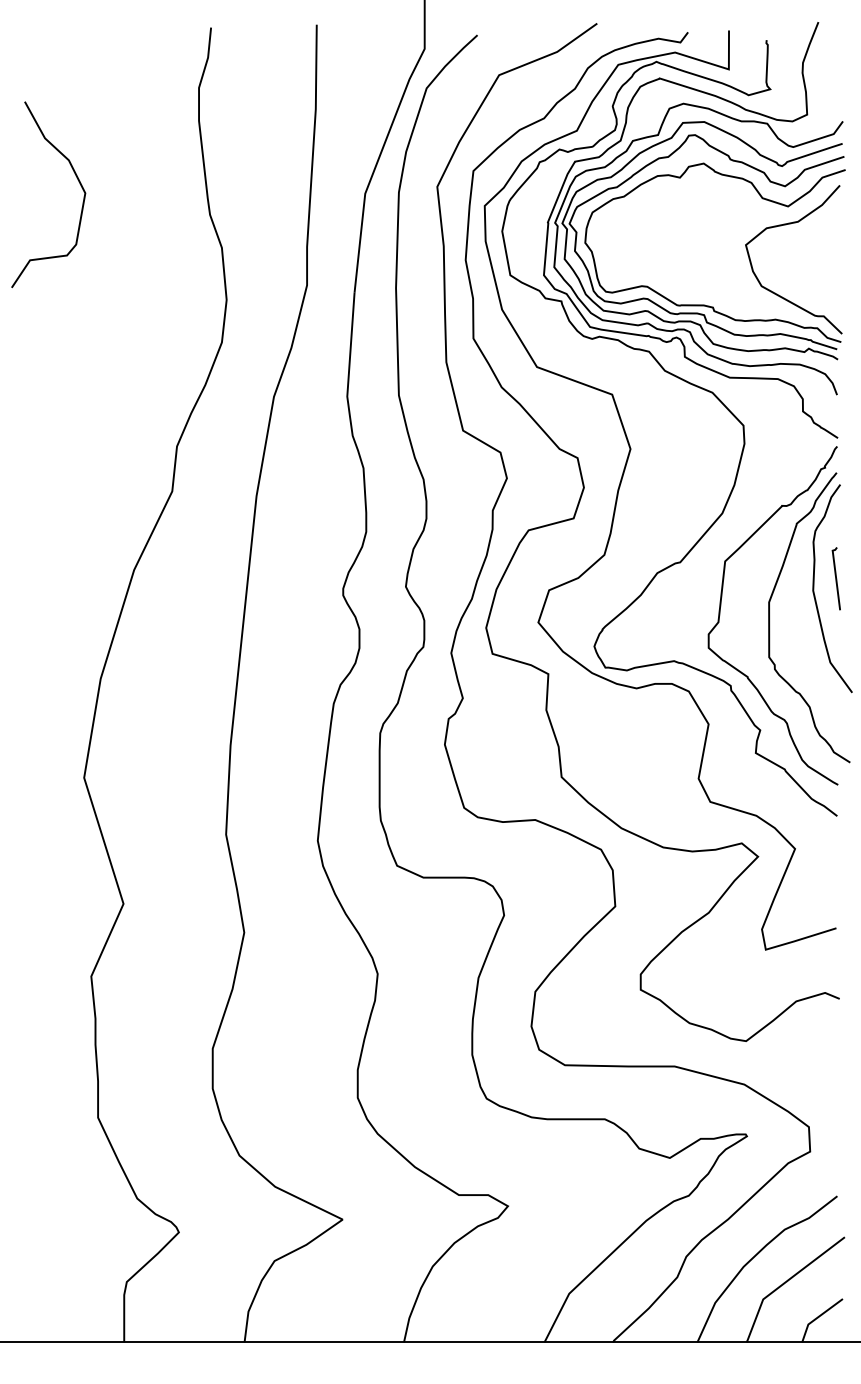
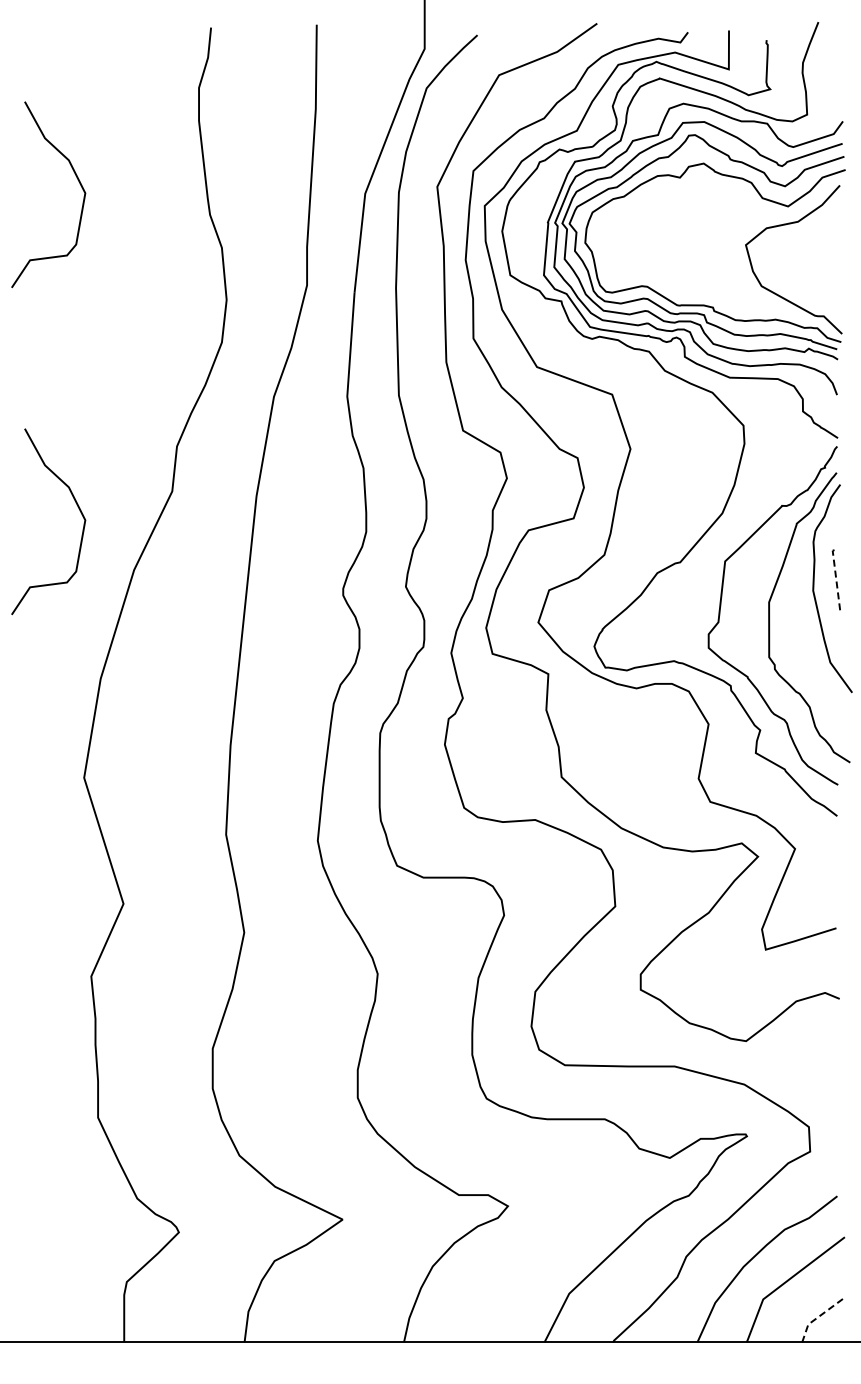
curve at (77, 507): none -> present
line at (835, 576): solid -> dashed
line at (817, 1317): solid -> dashed
